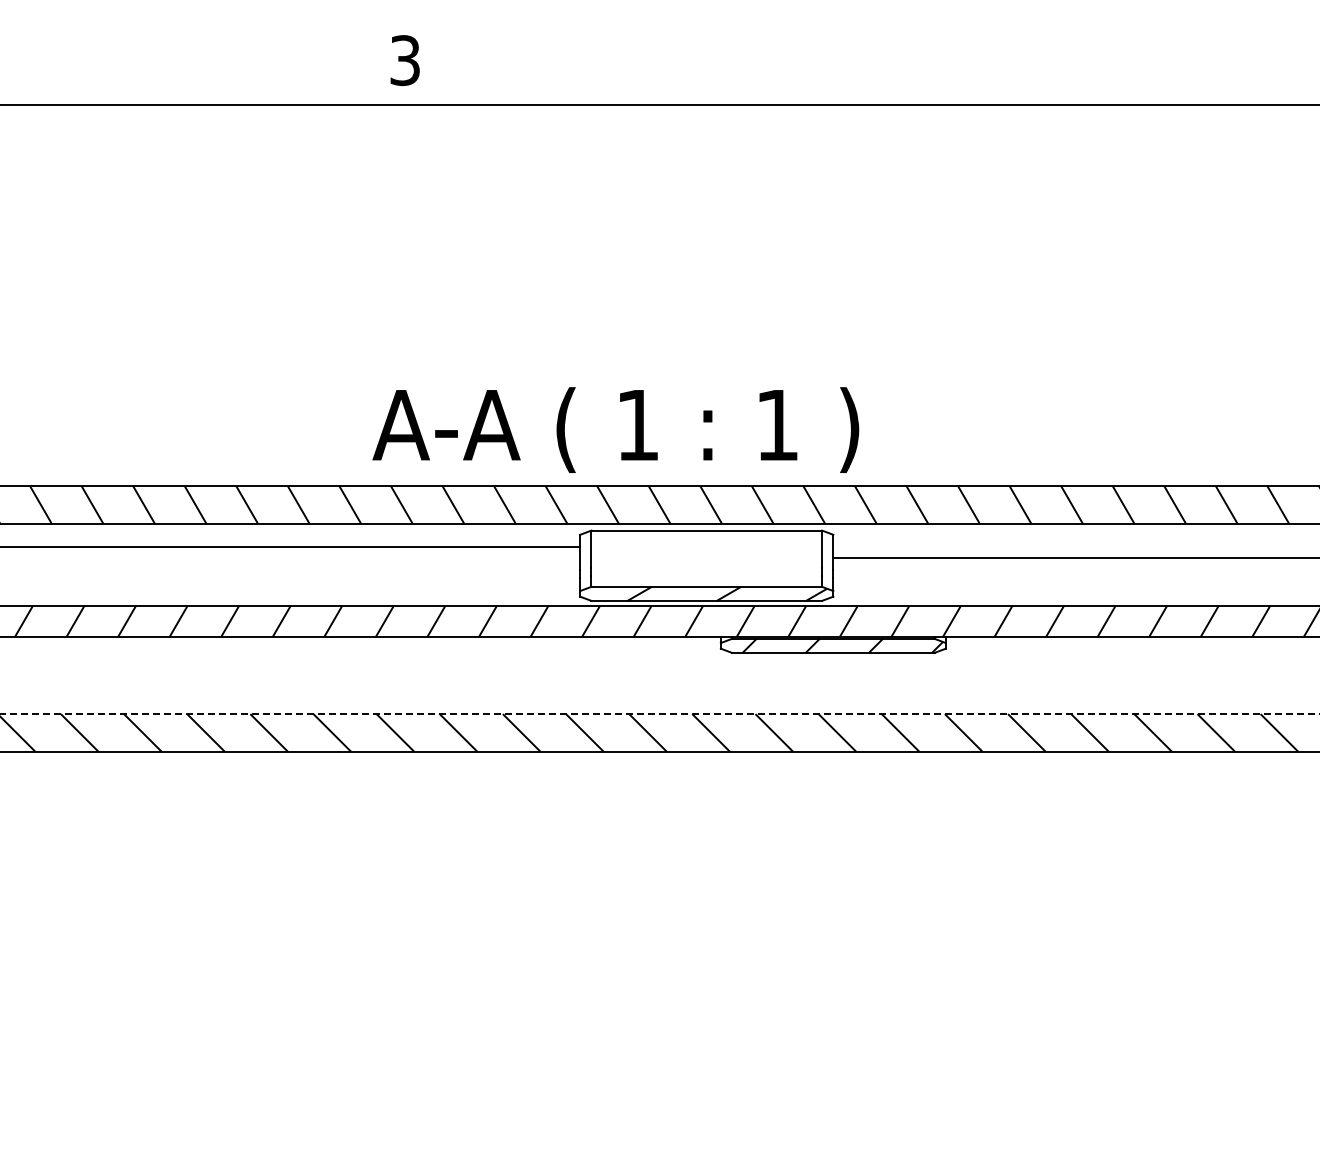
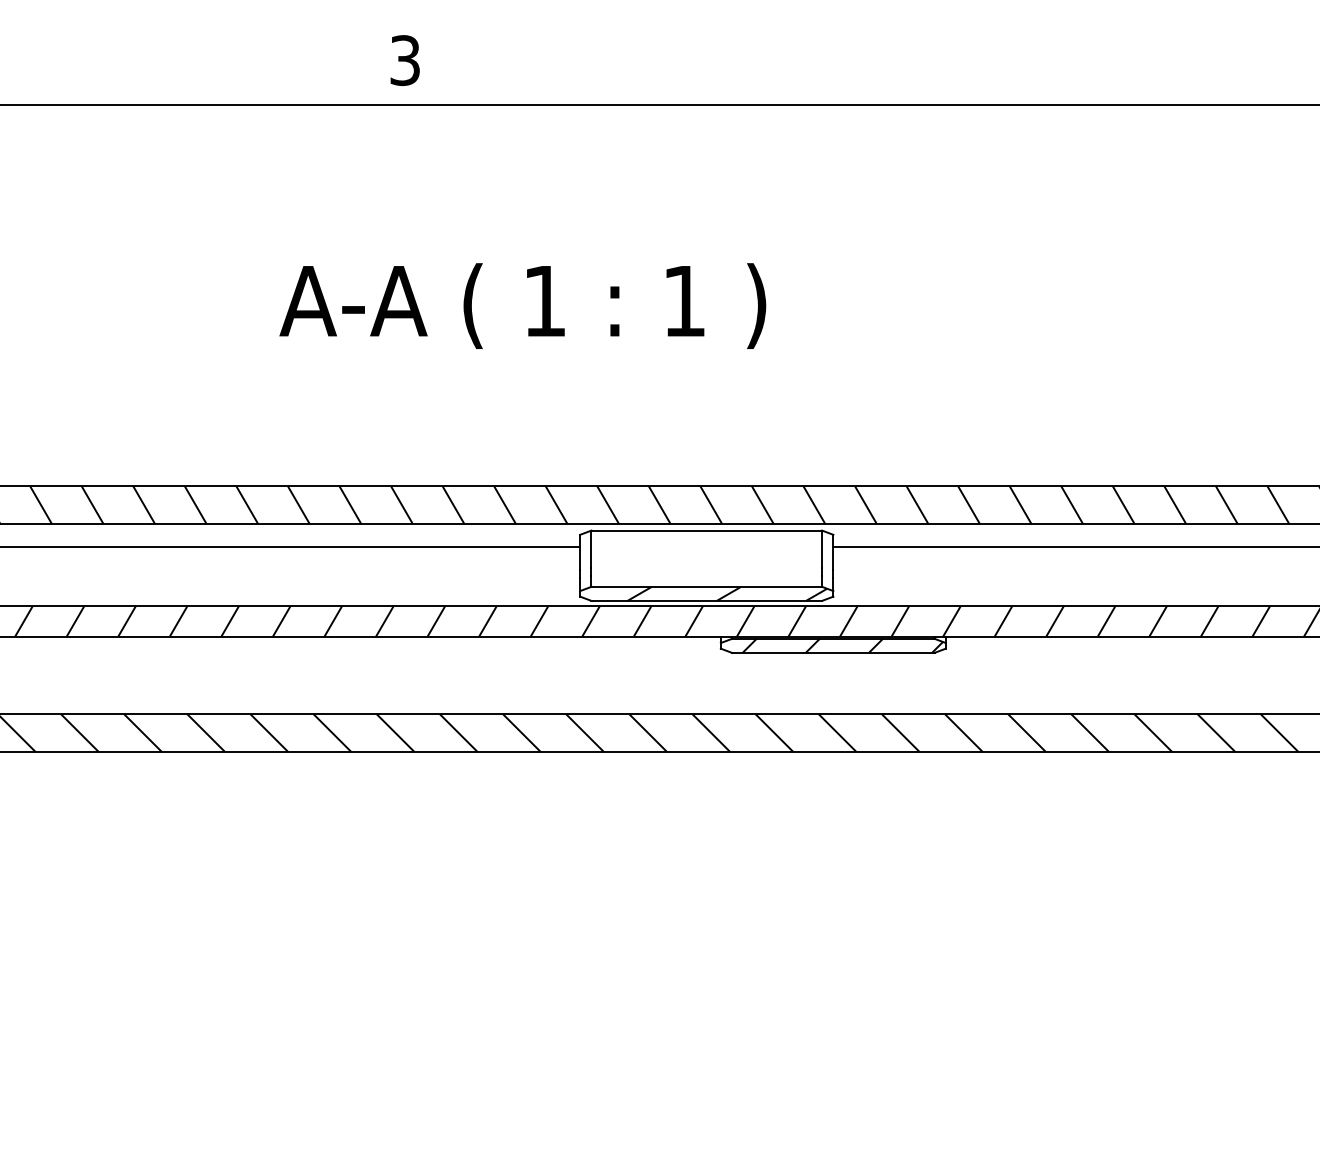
text at (615, 429) position: (615, 429) -> (522, 305)
line at (1074, 557) position: (1074, 557) -> (1074, 546)
line at (659, 714): dashed -> solid
